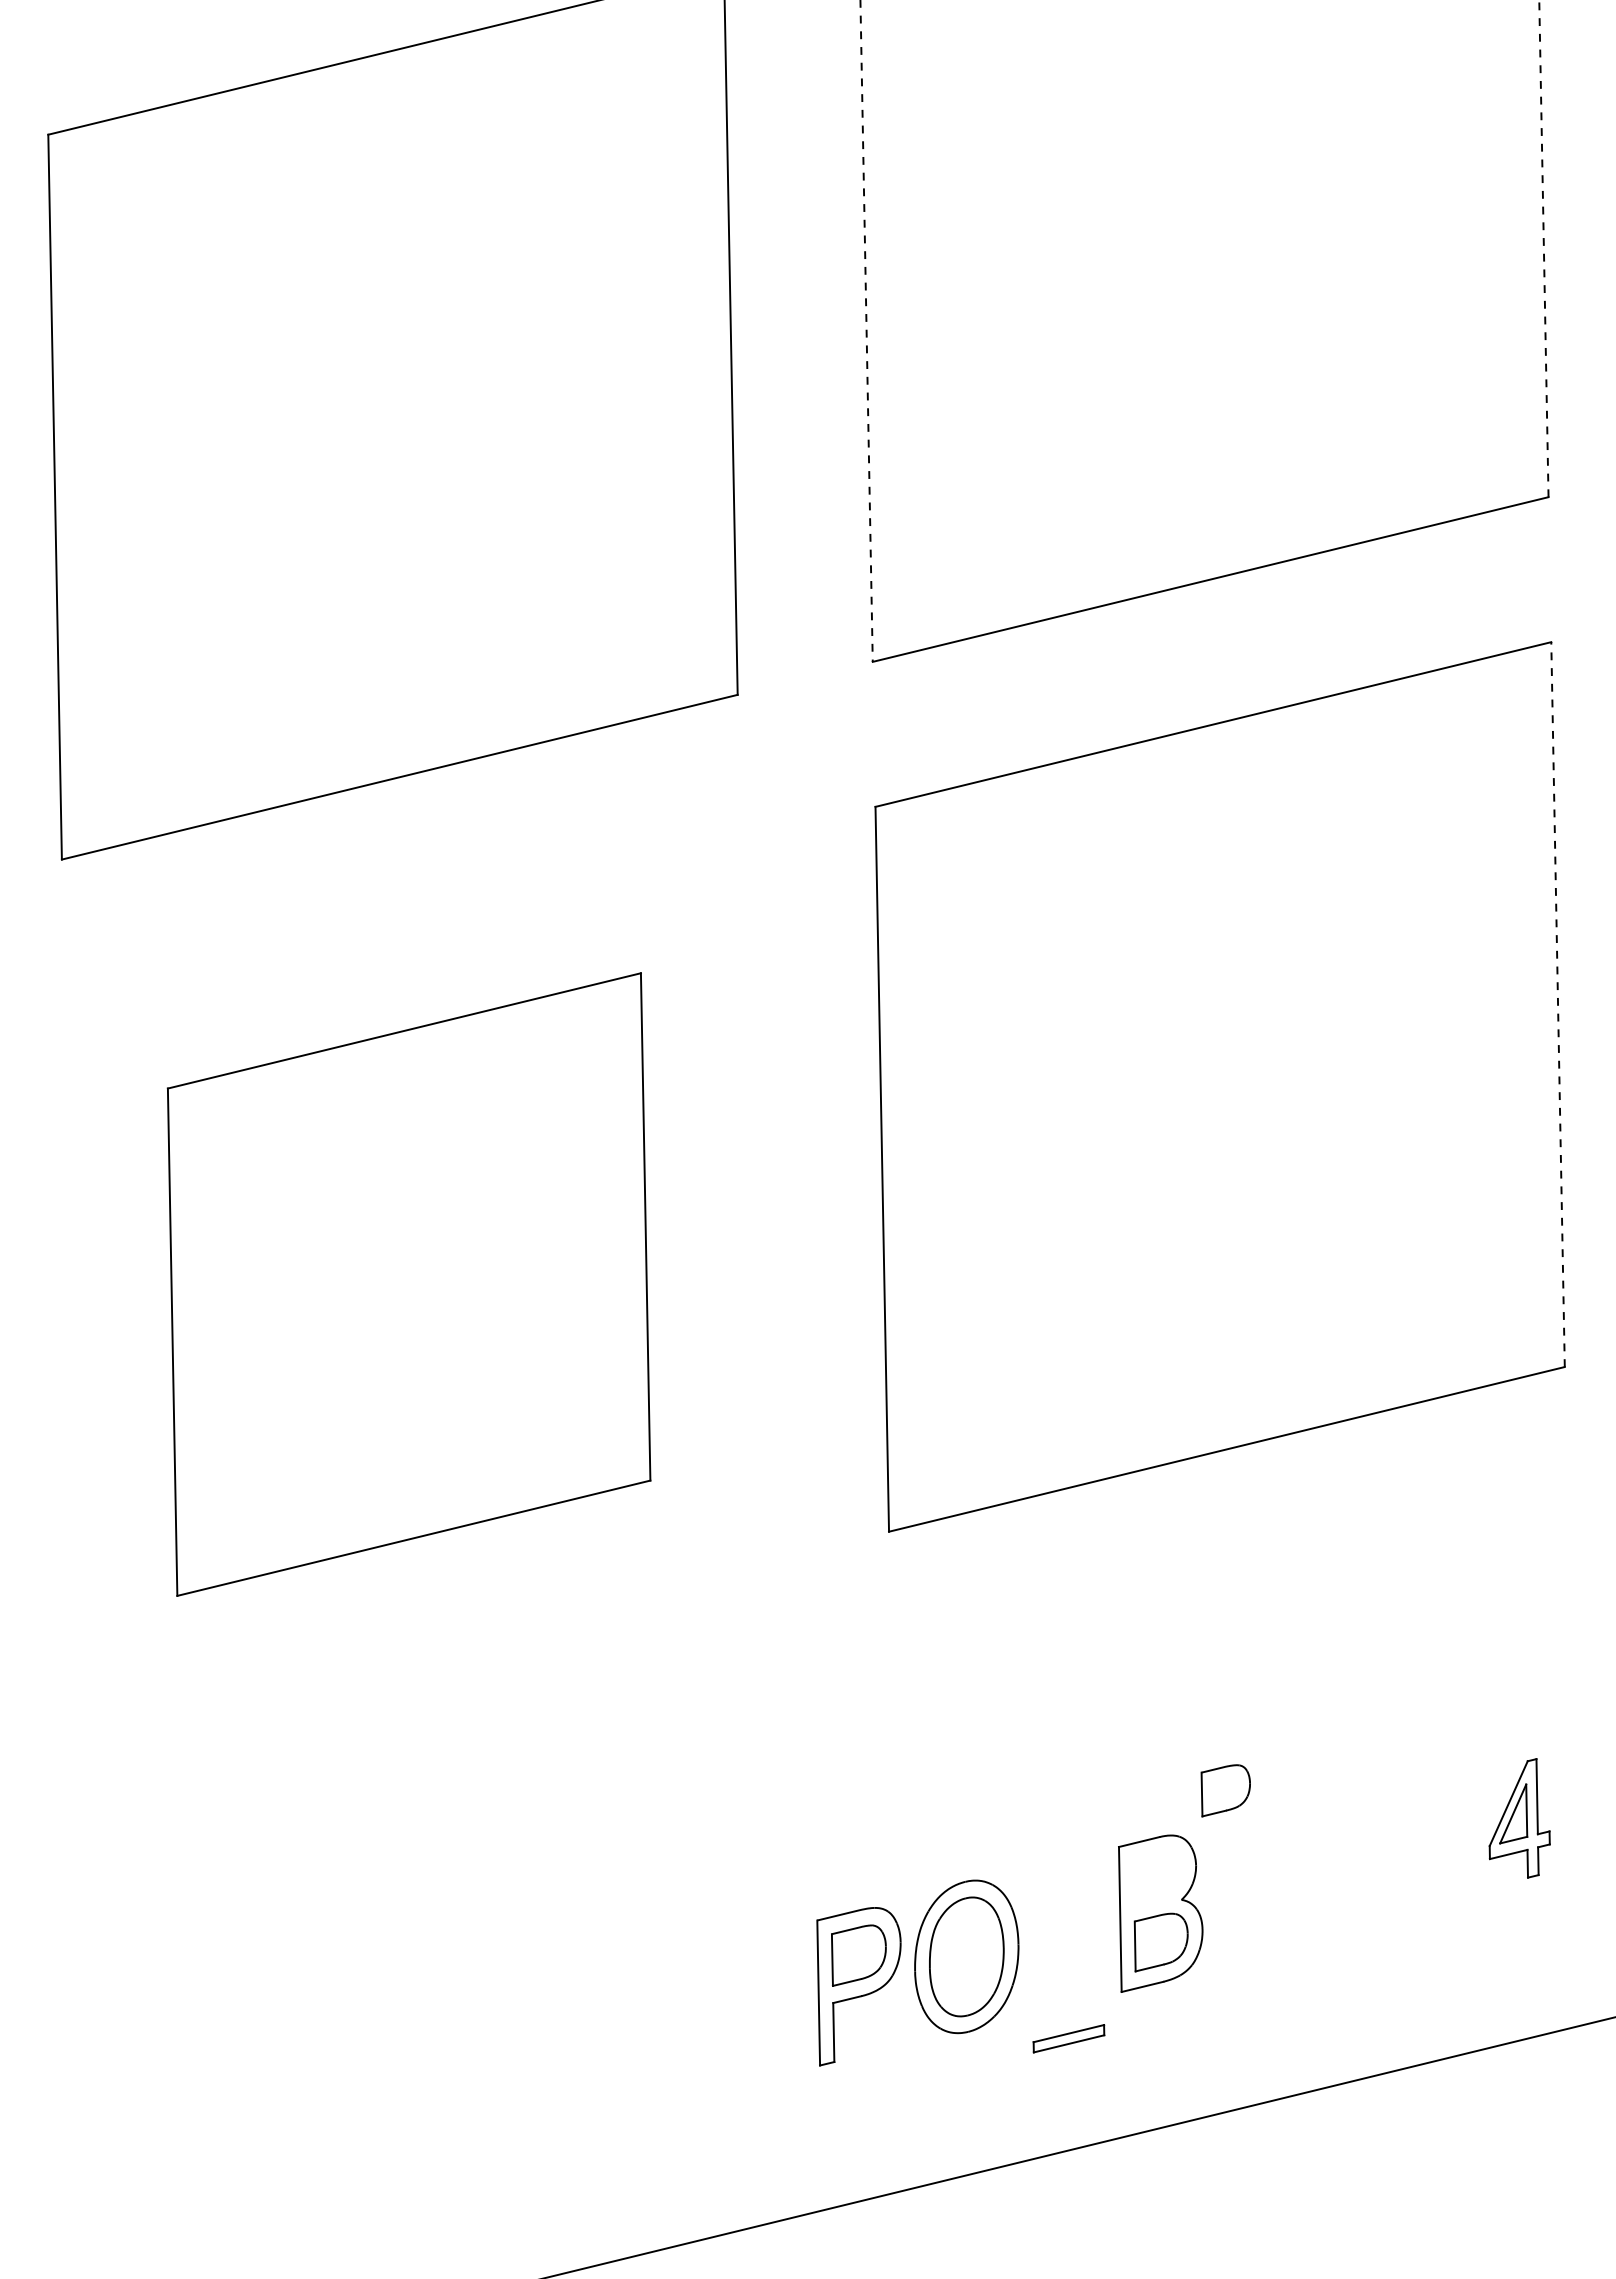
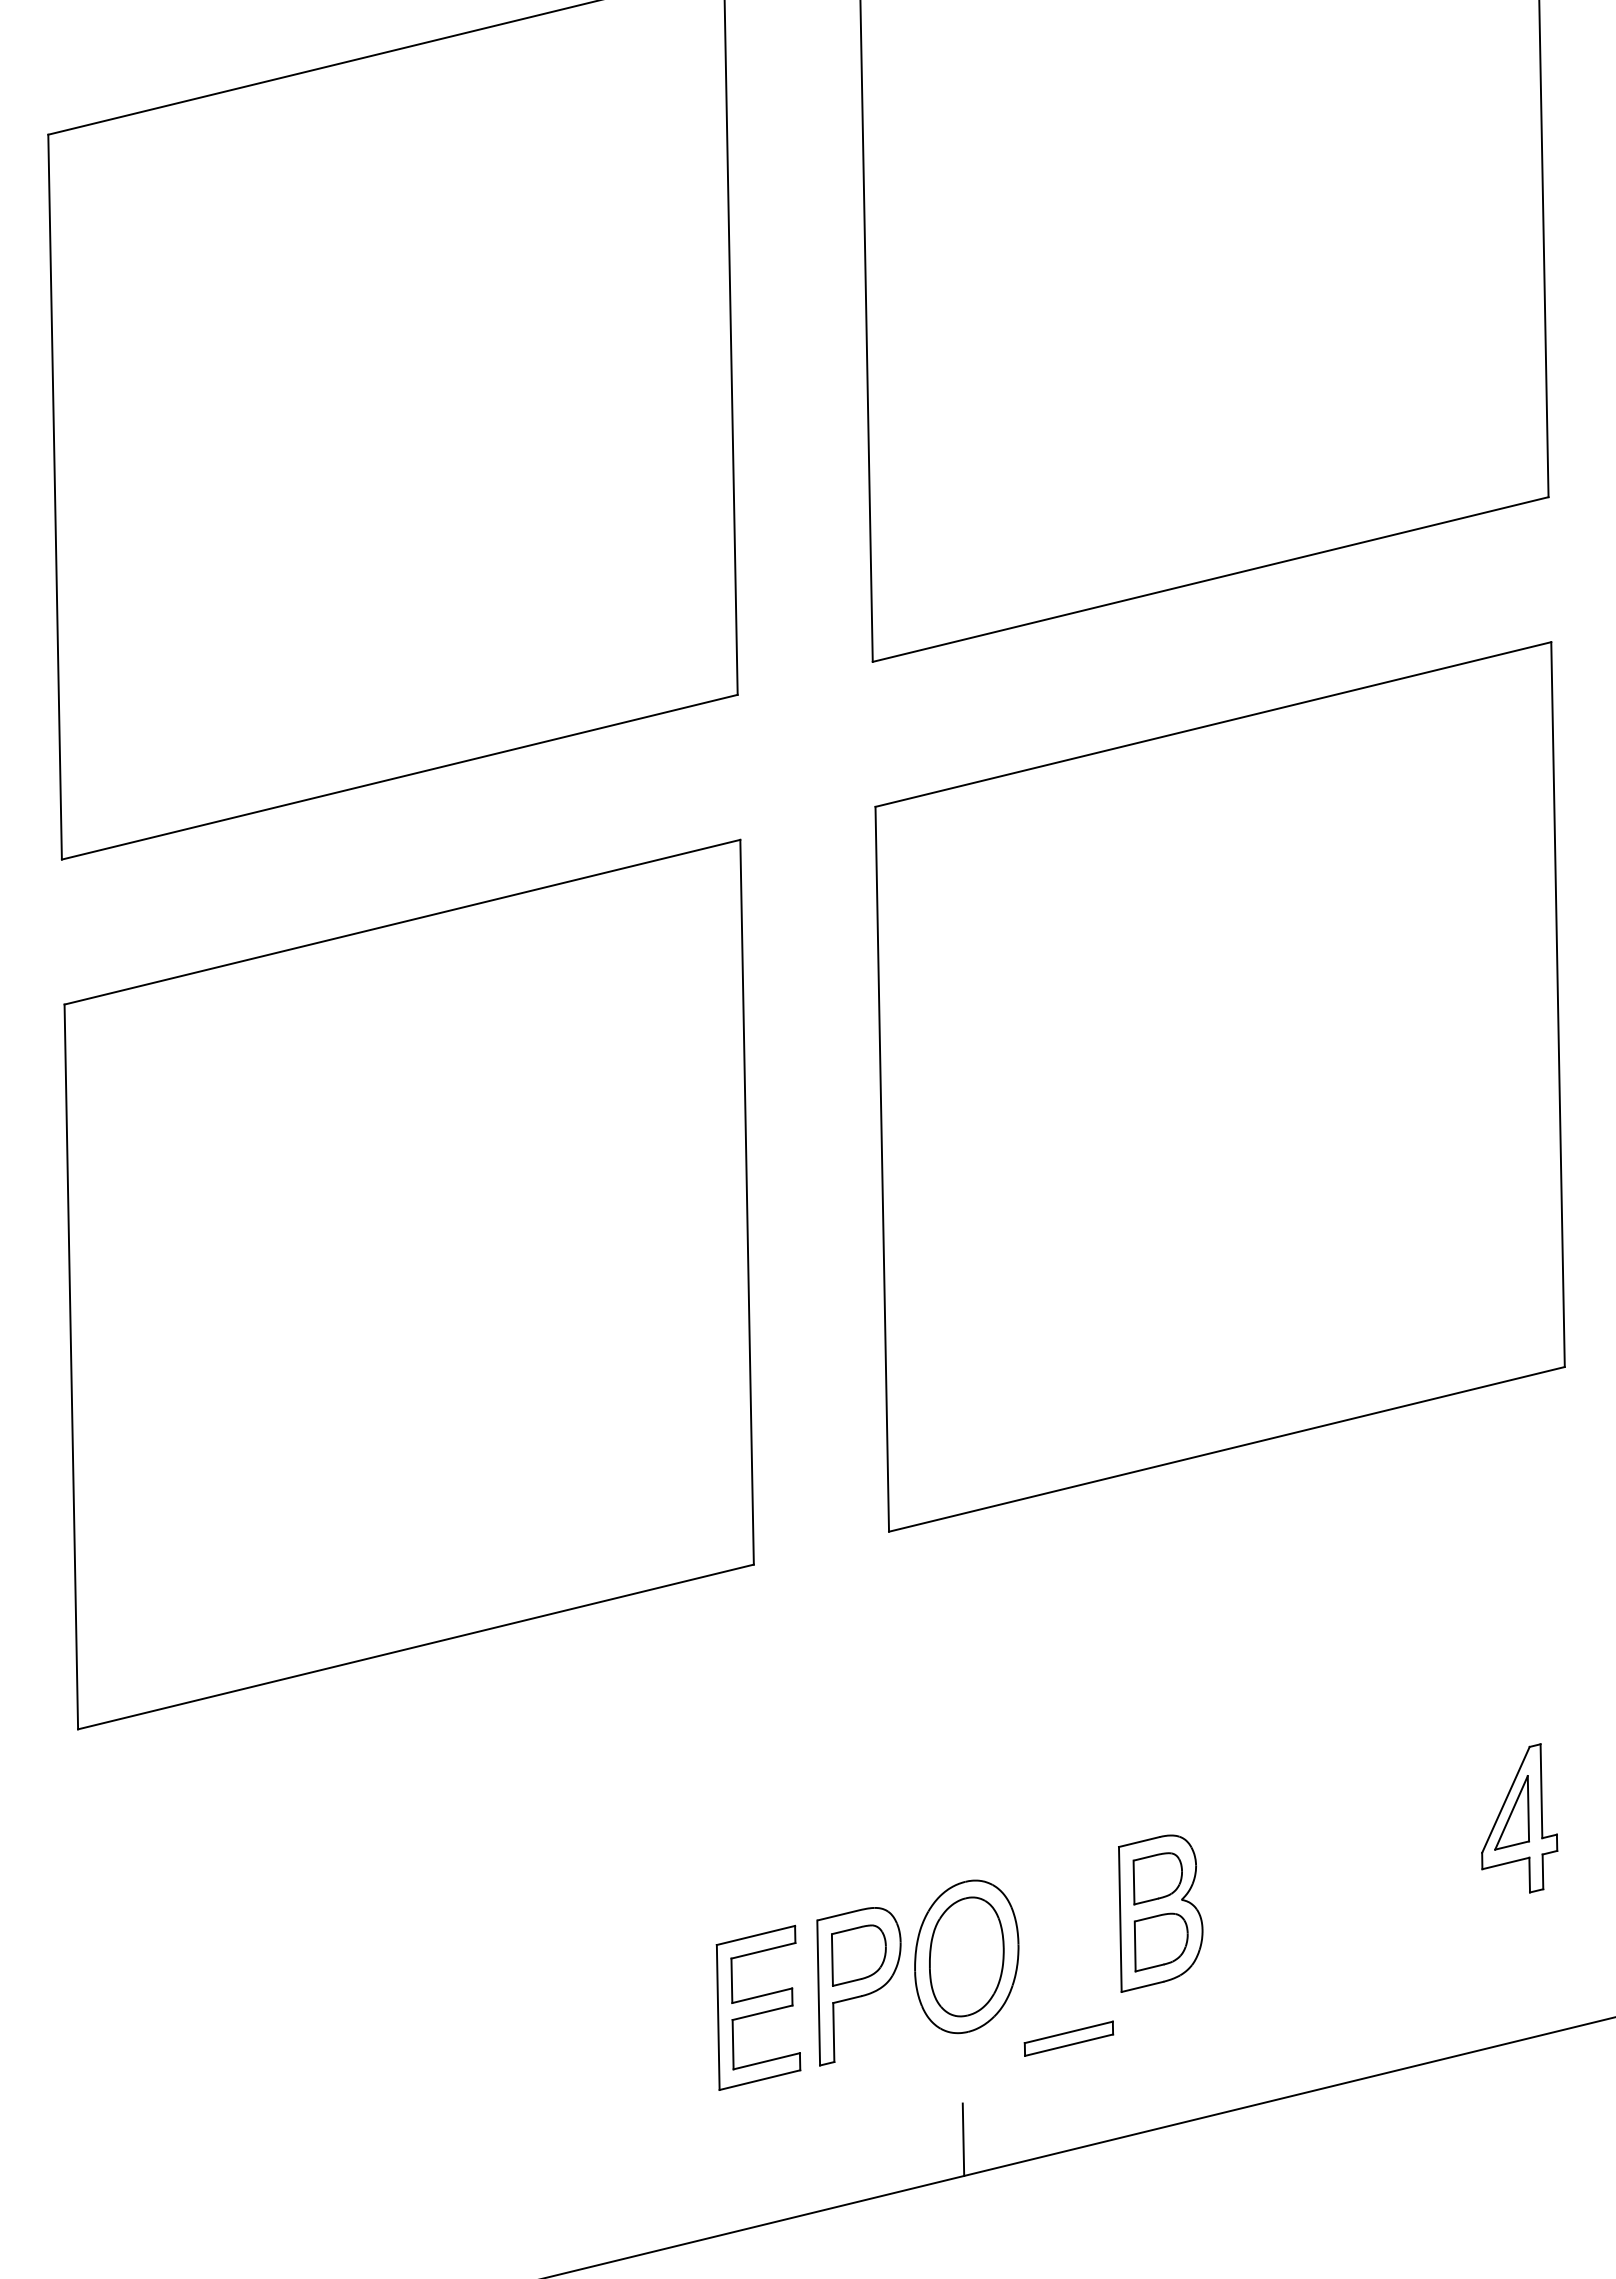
line at (1543, 248): dashed -> solid
line at (866, 330): dashed -> solid
line at (1558, 1004): dashed -> solid
part at (408, 1284) size: 486x625 px -> 692x893 px
part at (1225, 1790) position: (1225, 1790) -> (1157, 1878)
part at (1519, 1818) size: 63x121 px -> 78x151 px
part at (758, 2007): none -> present
part at (1068, 2038) size: 74x30 px -> 92x37 px
line at (963, 2139): none -> present
